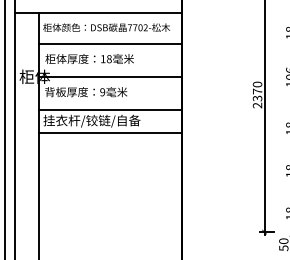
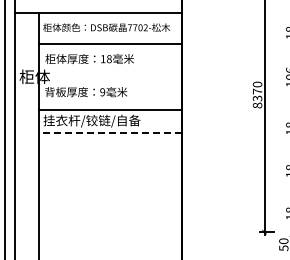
line at (110, 77): present -> none
text at (257, 105): 2370 -> 8370
line at (110, 133): solid -> dashed
